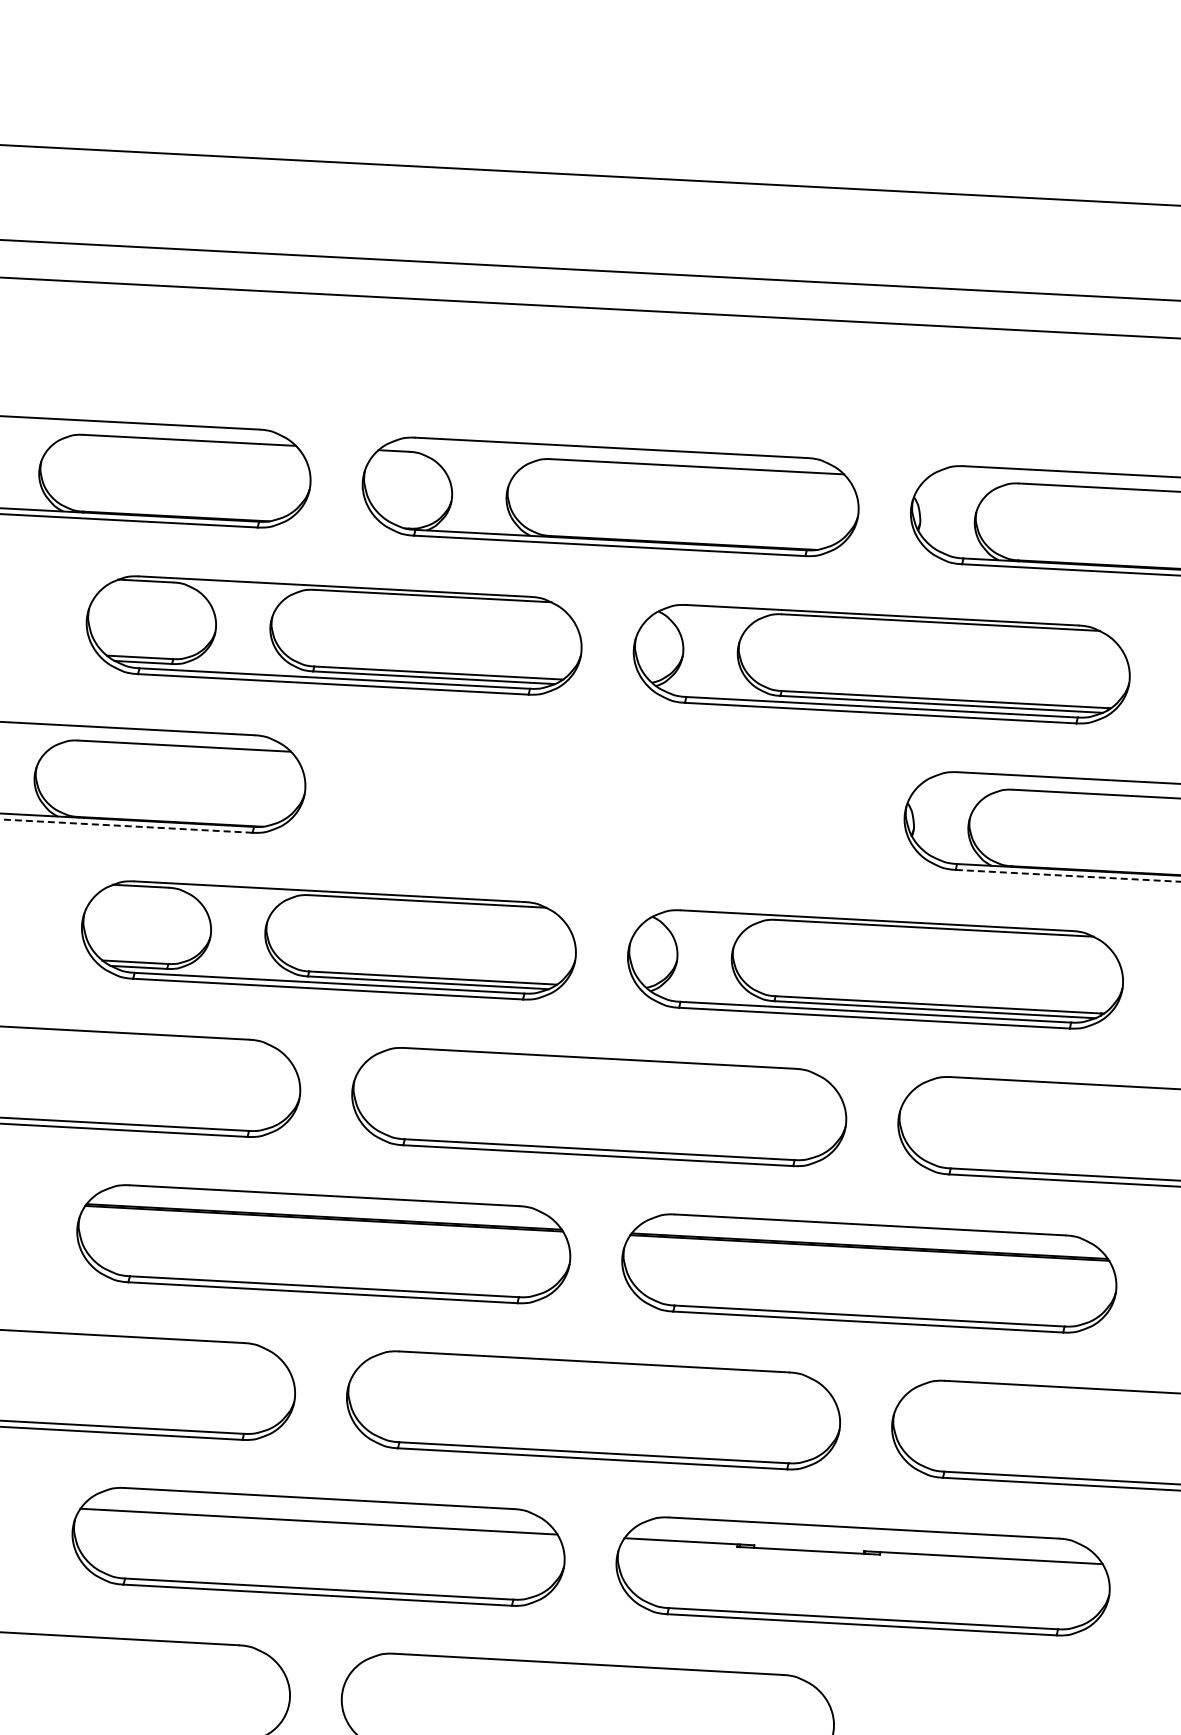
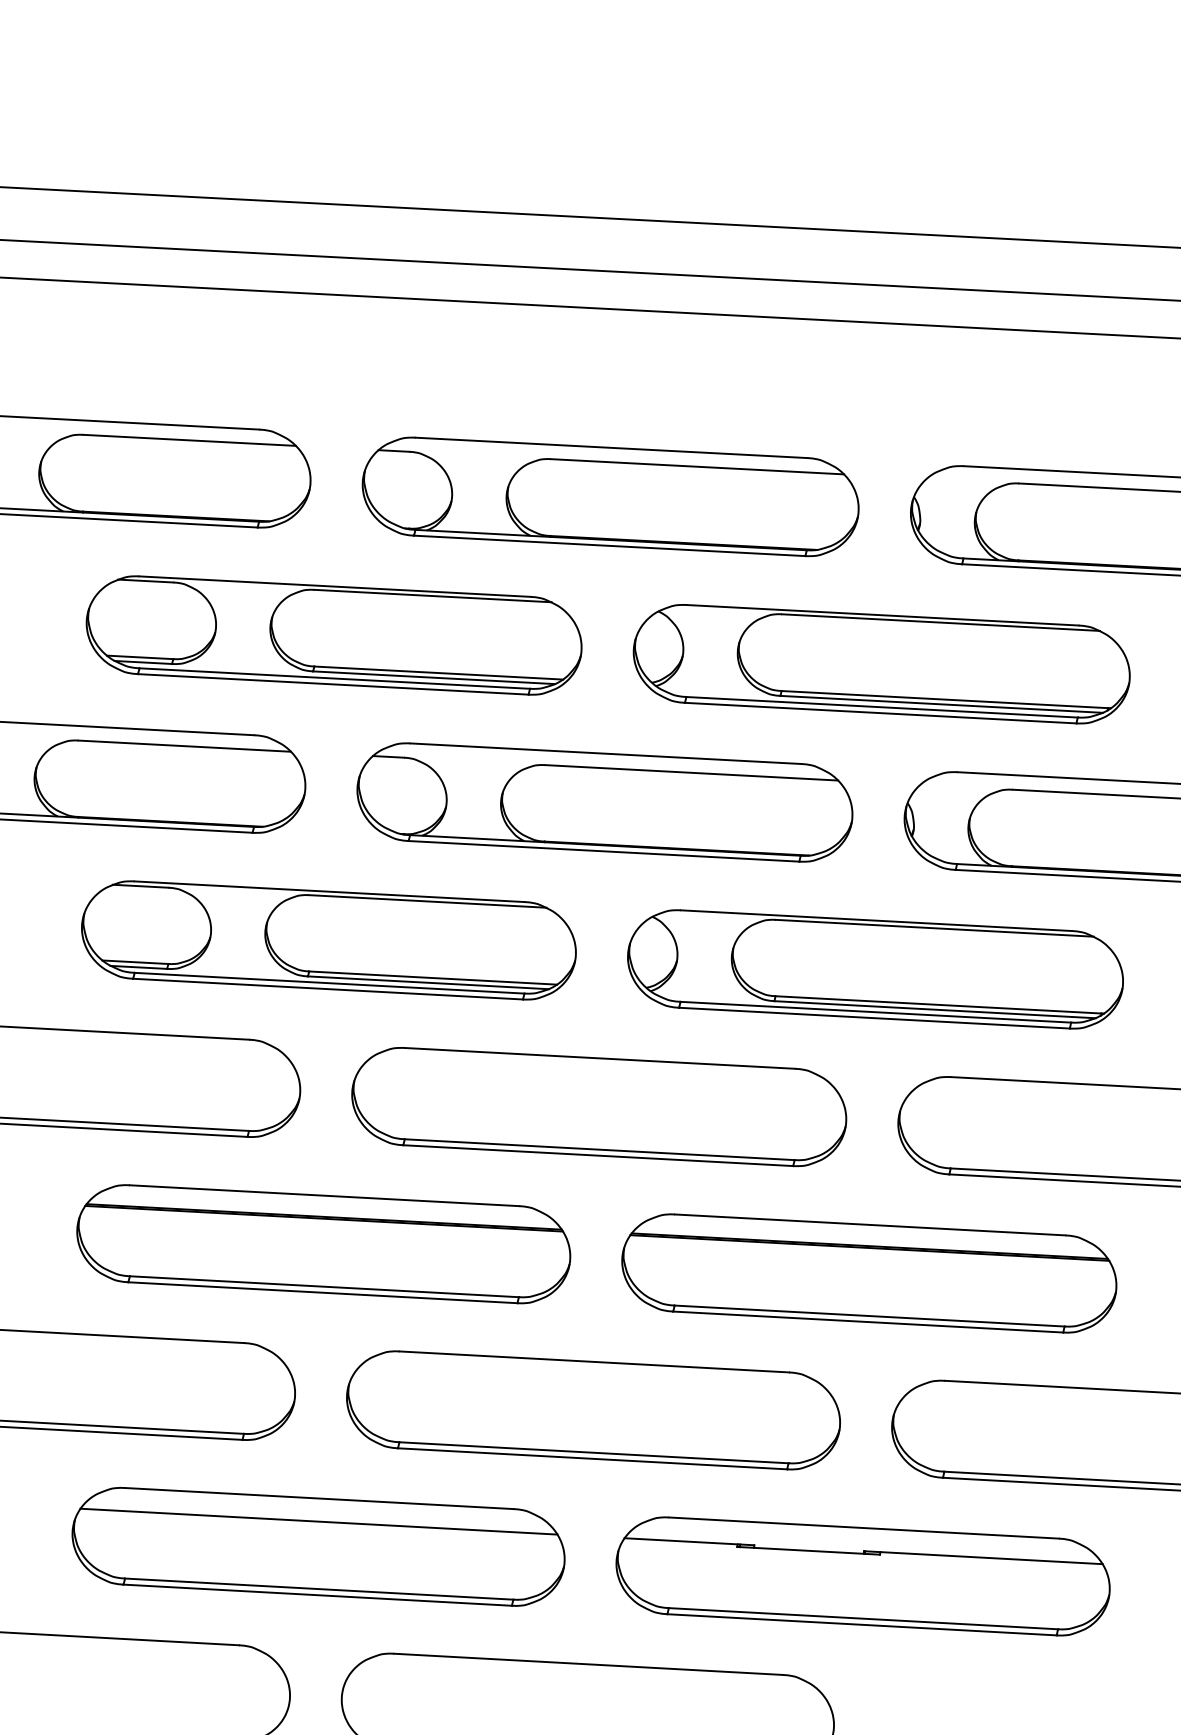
line at (589, 175) position: (589, 175) -> (589, 217)
part at (604, 802): none -> present
line at (125, 826): dashed -> solid
line at (1068, 875): dashed -> solid
